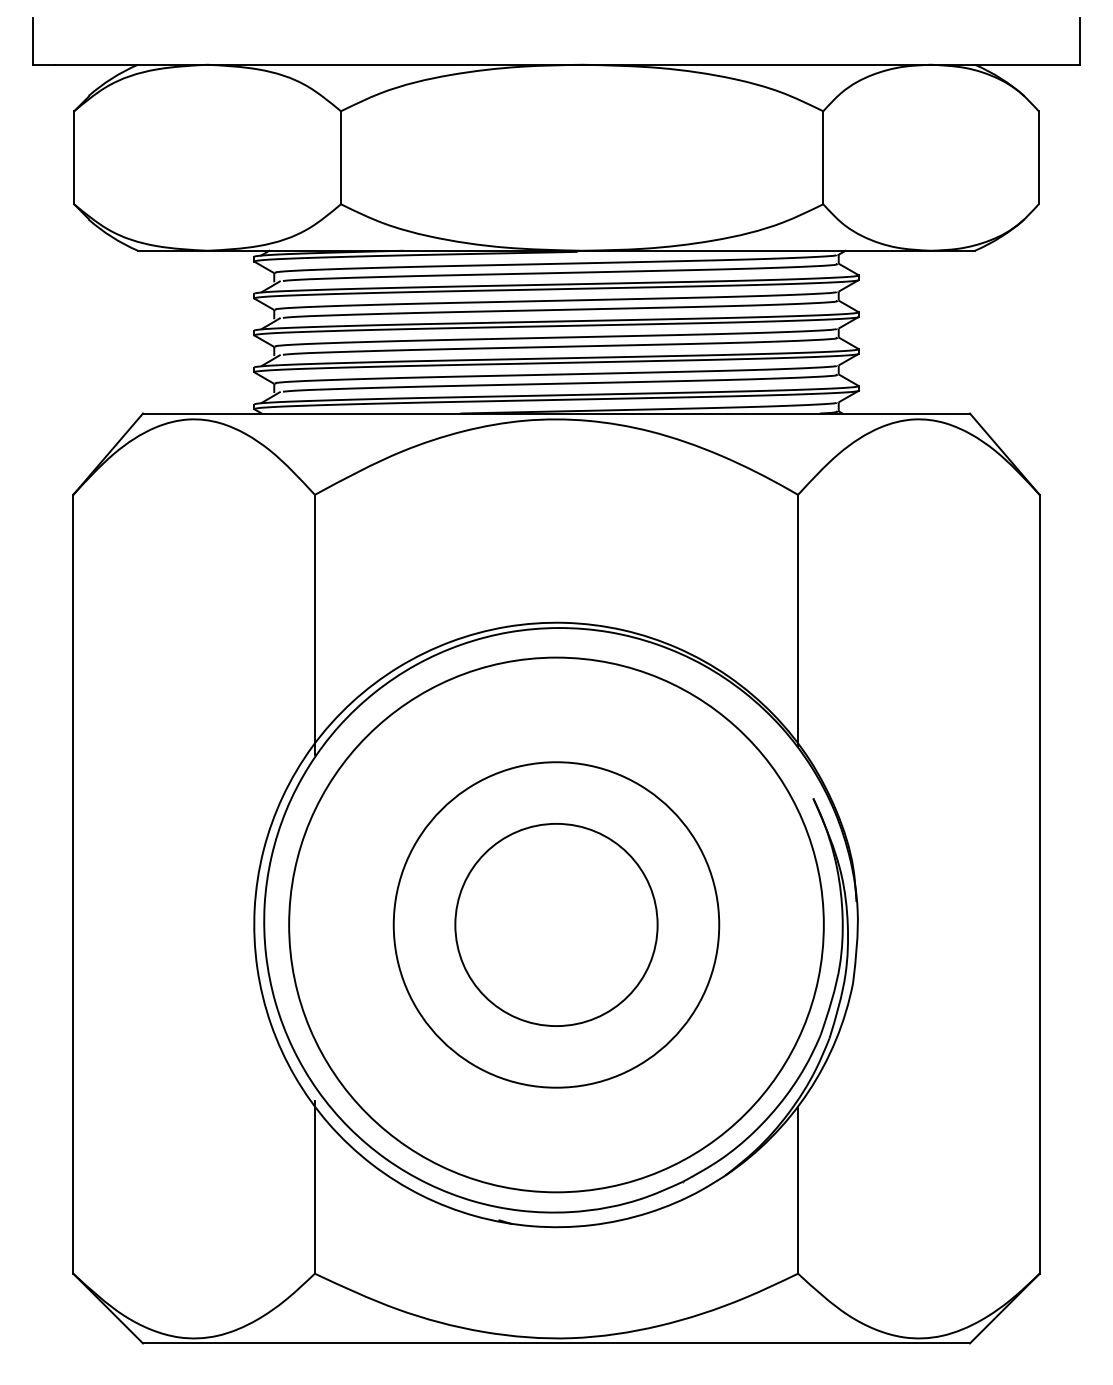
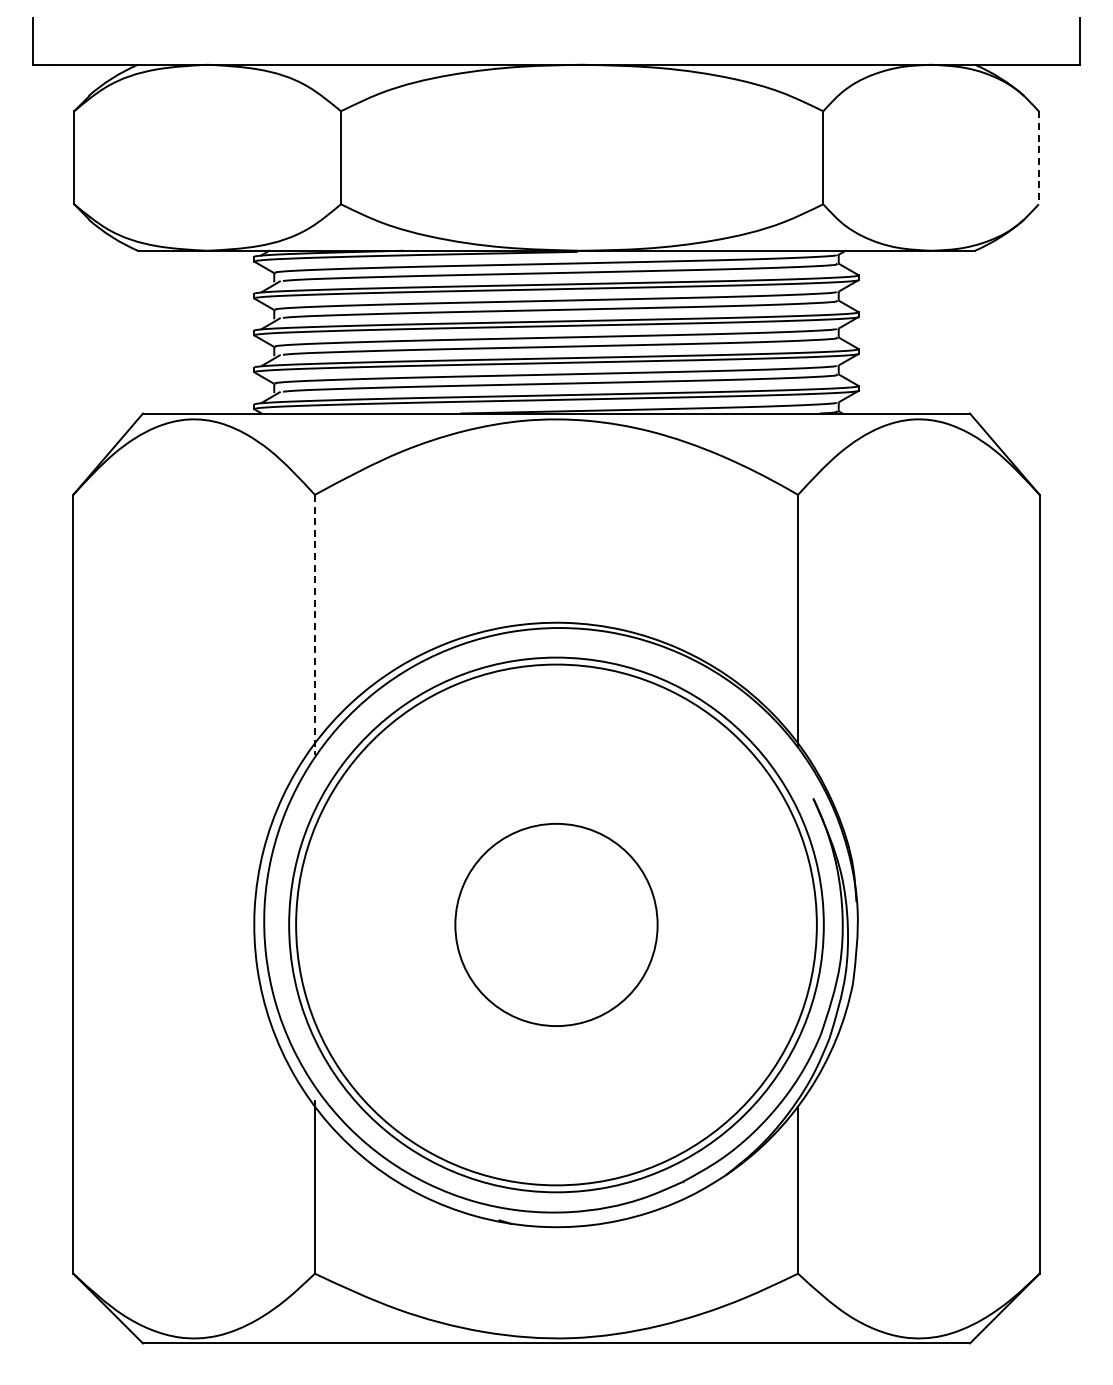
line at (1038, 158): solid -> dashed
line at (314, 625): solid -> dashed
circle at (556, 924) diameter: 325 px -> 521 px
